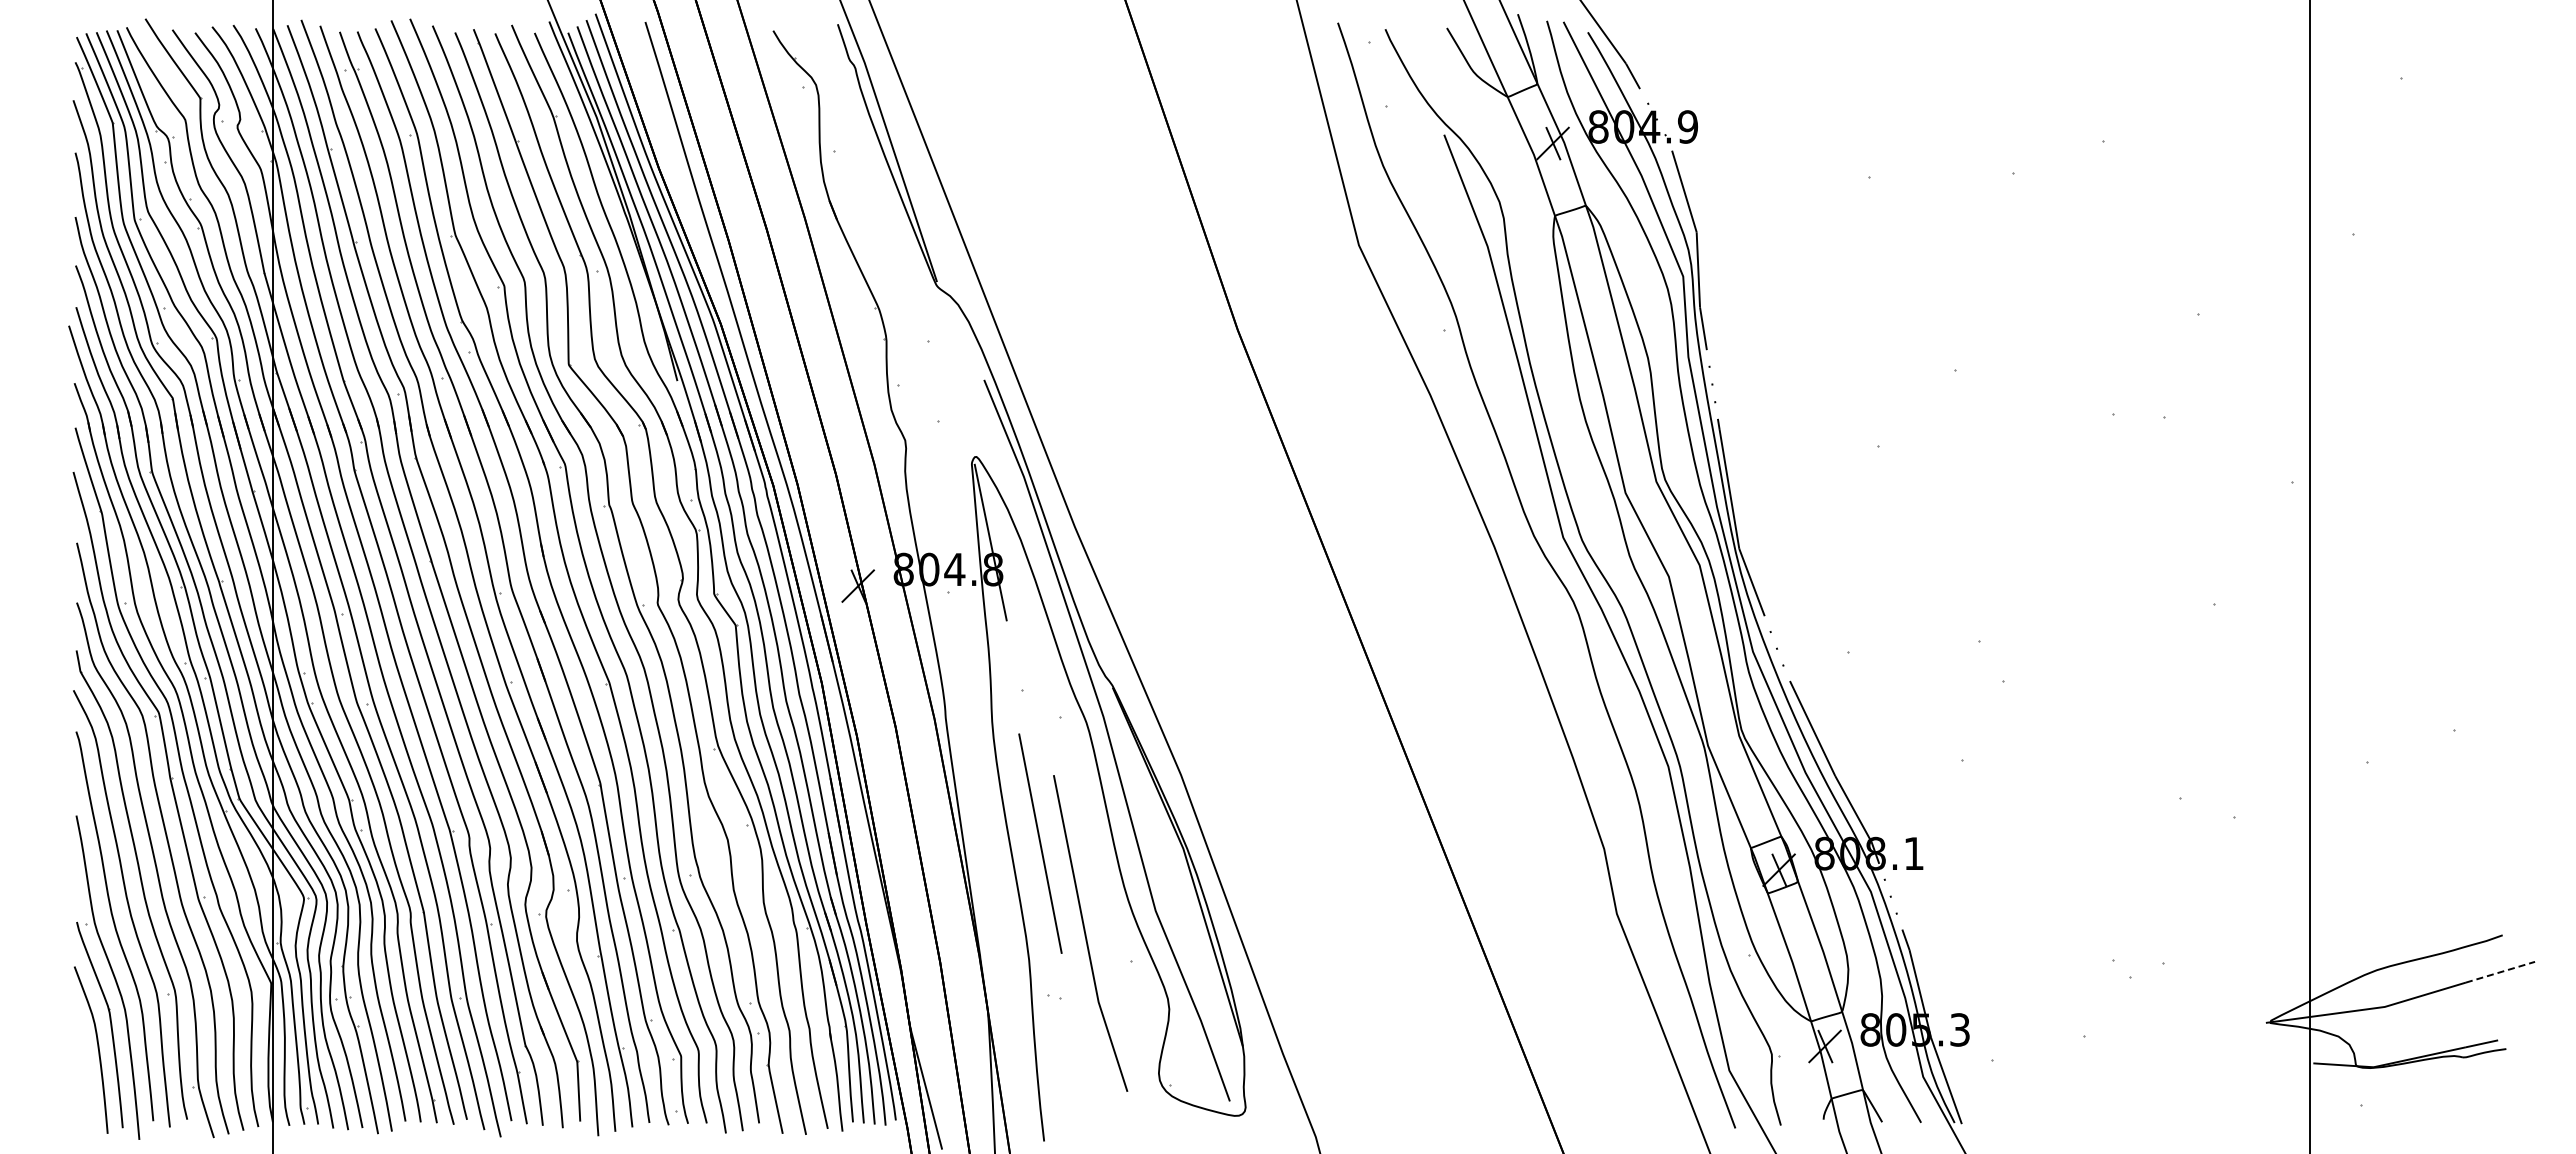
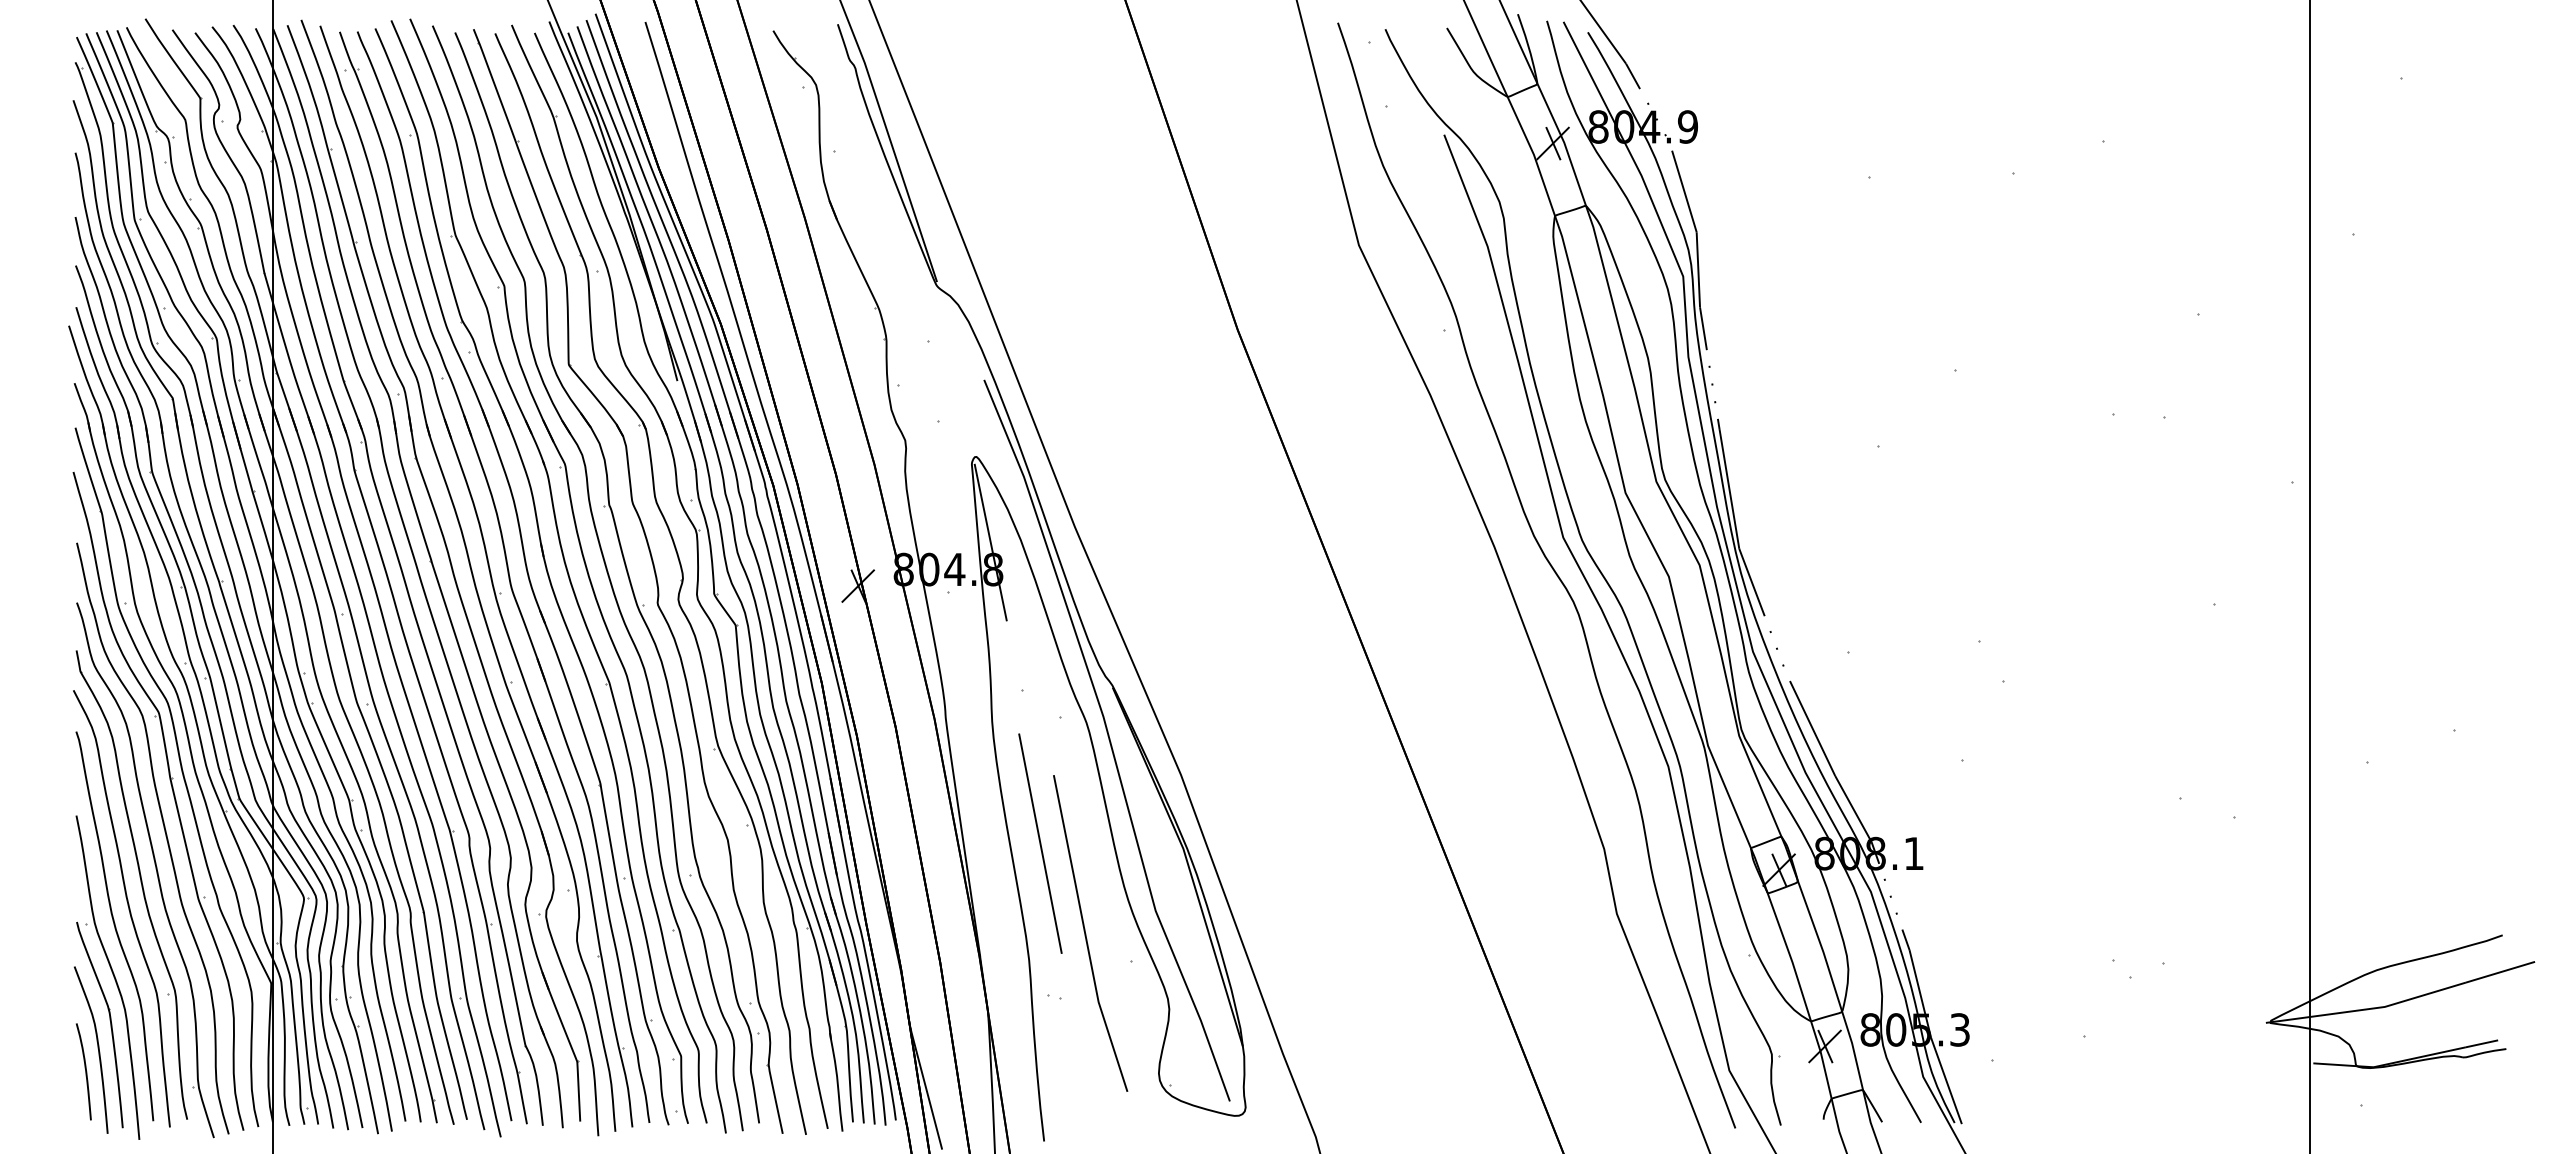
line at (2500, 972): dashed -> solid
curve at (85, 1071): none -> present
